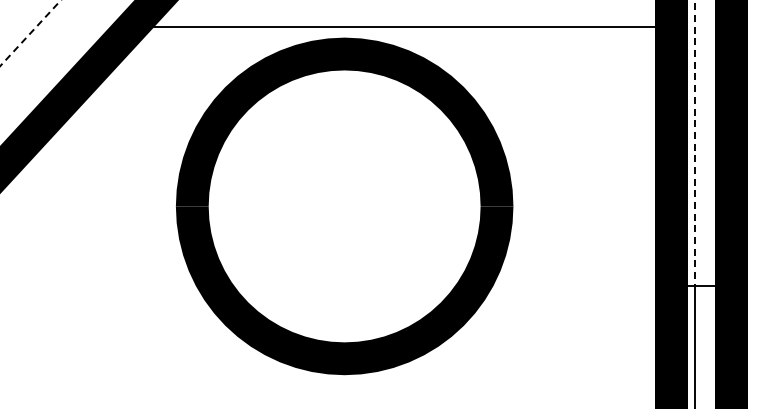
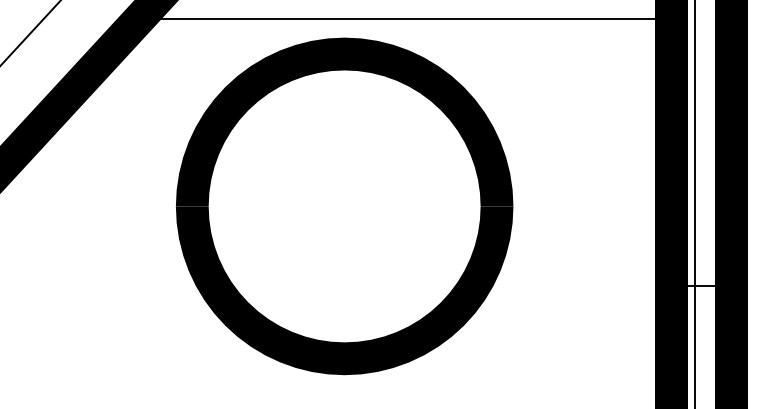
line at (405, 27) position: (405, 27) -> (405, 19)
line at (30, 32): dashed -> solid
line at (694, 143): dashed -> solid
